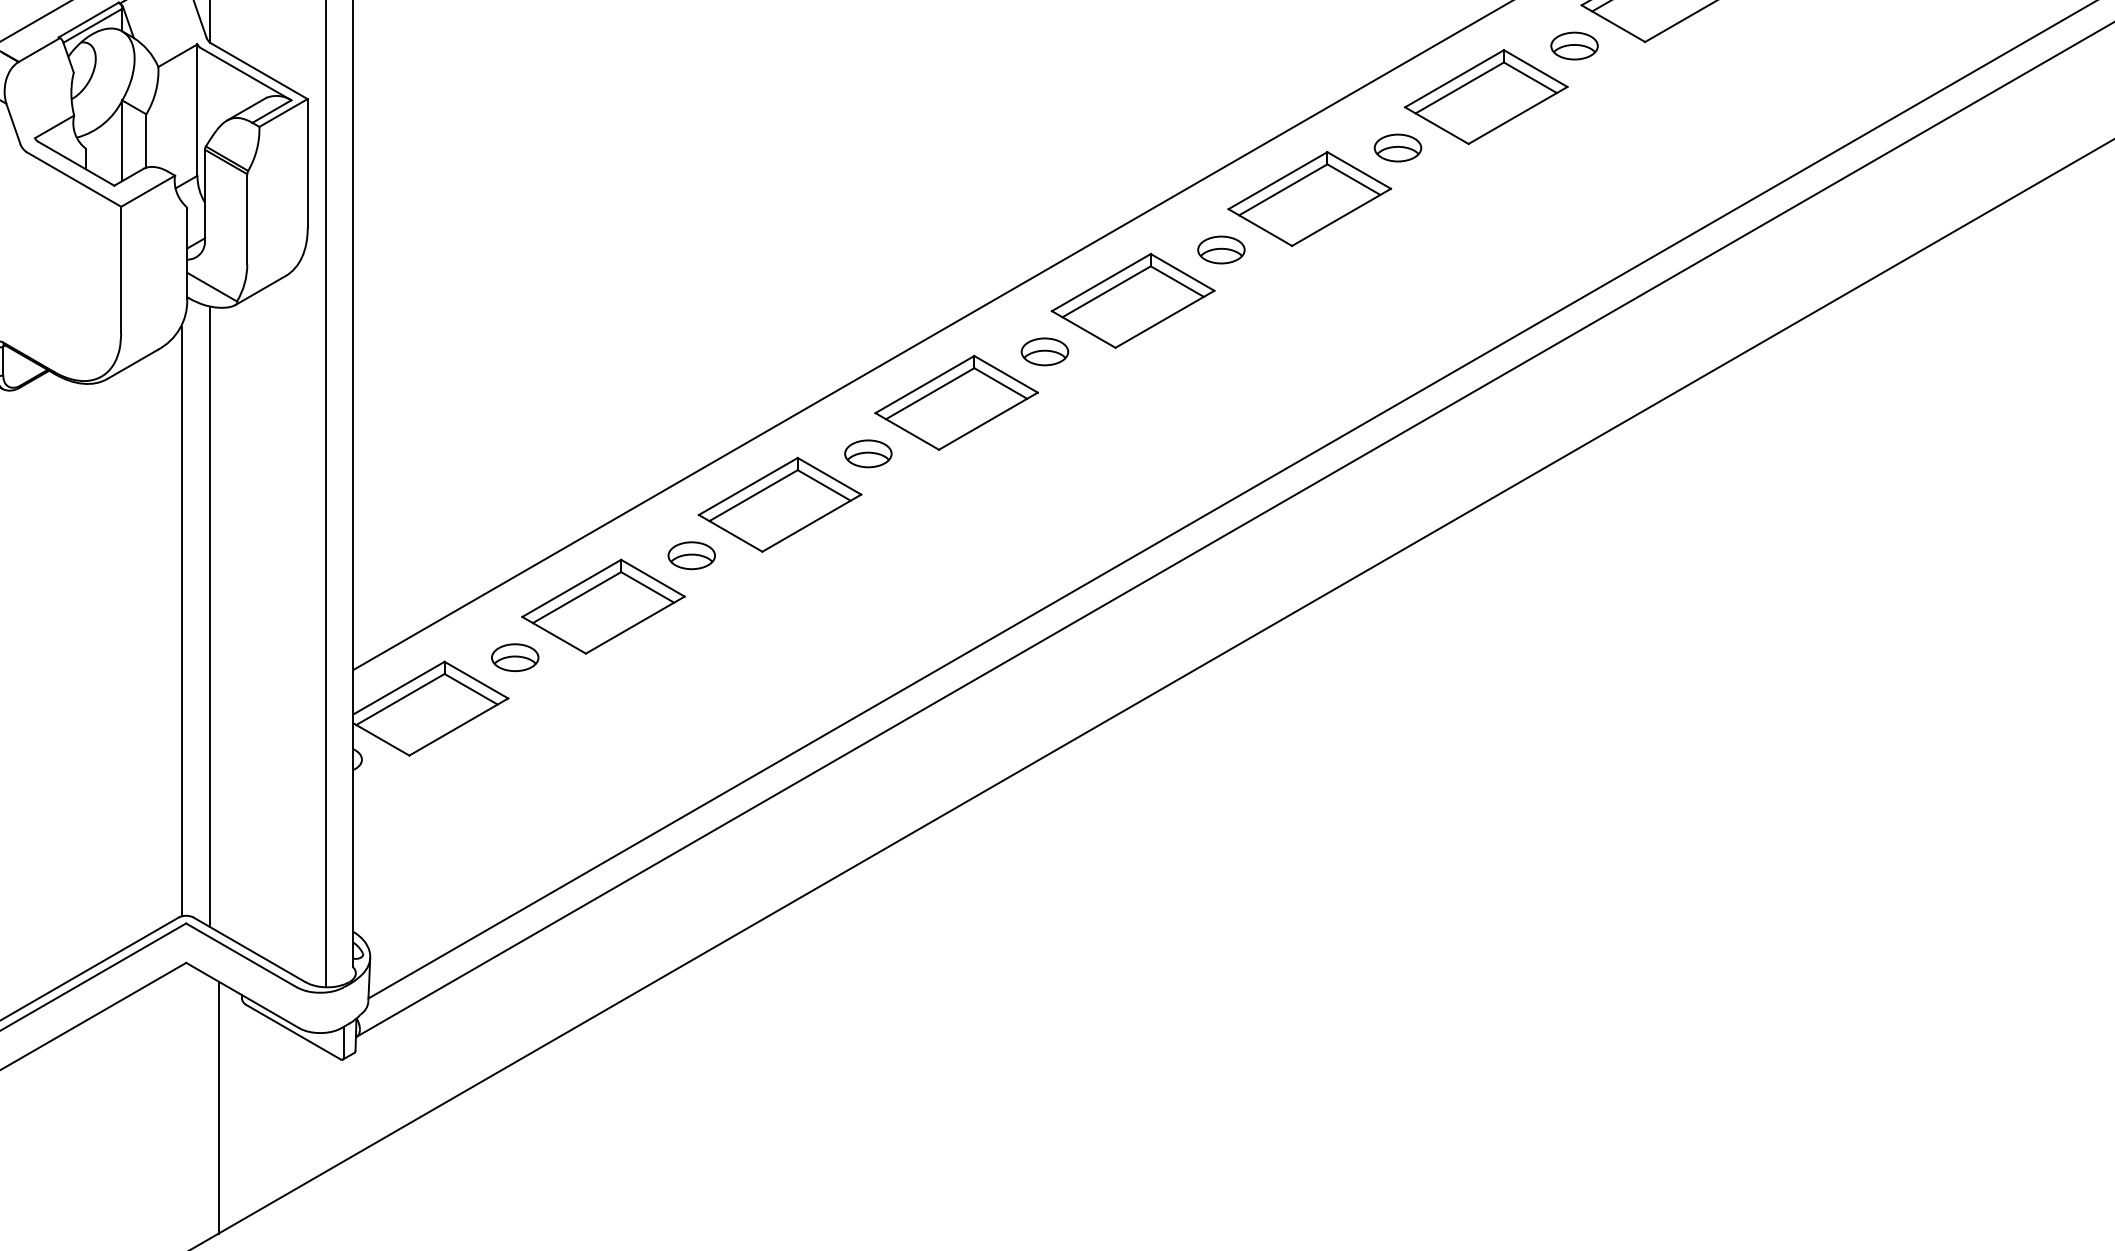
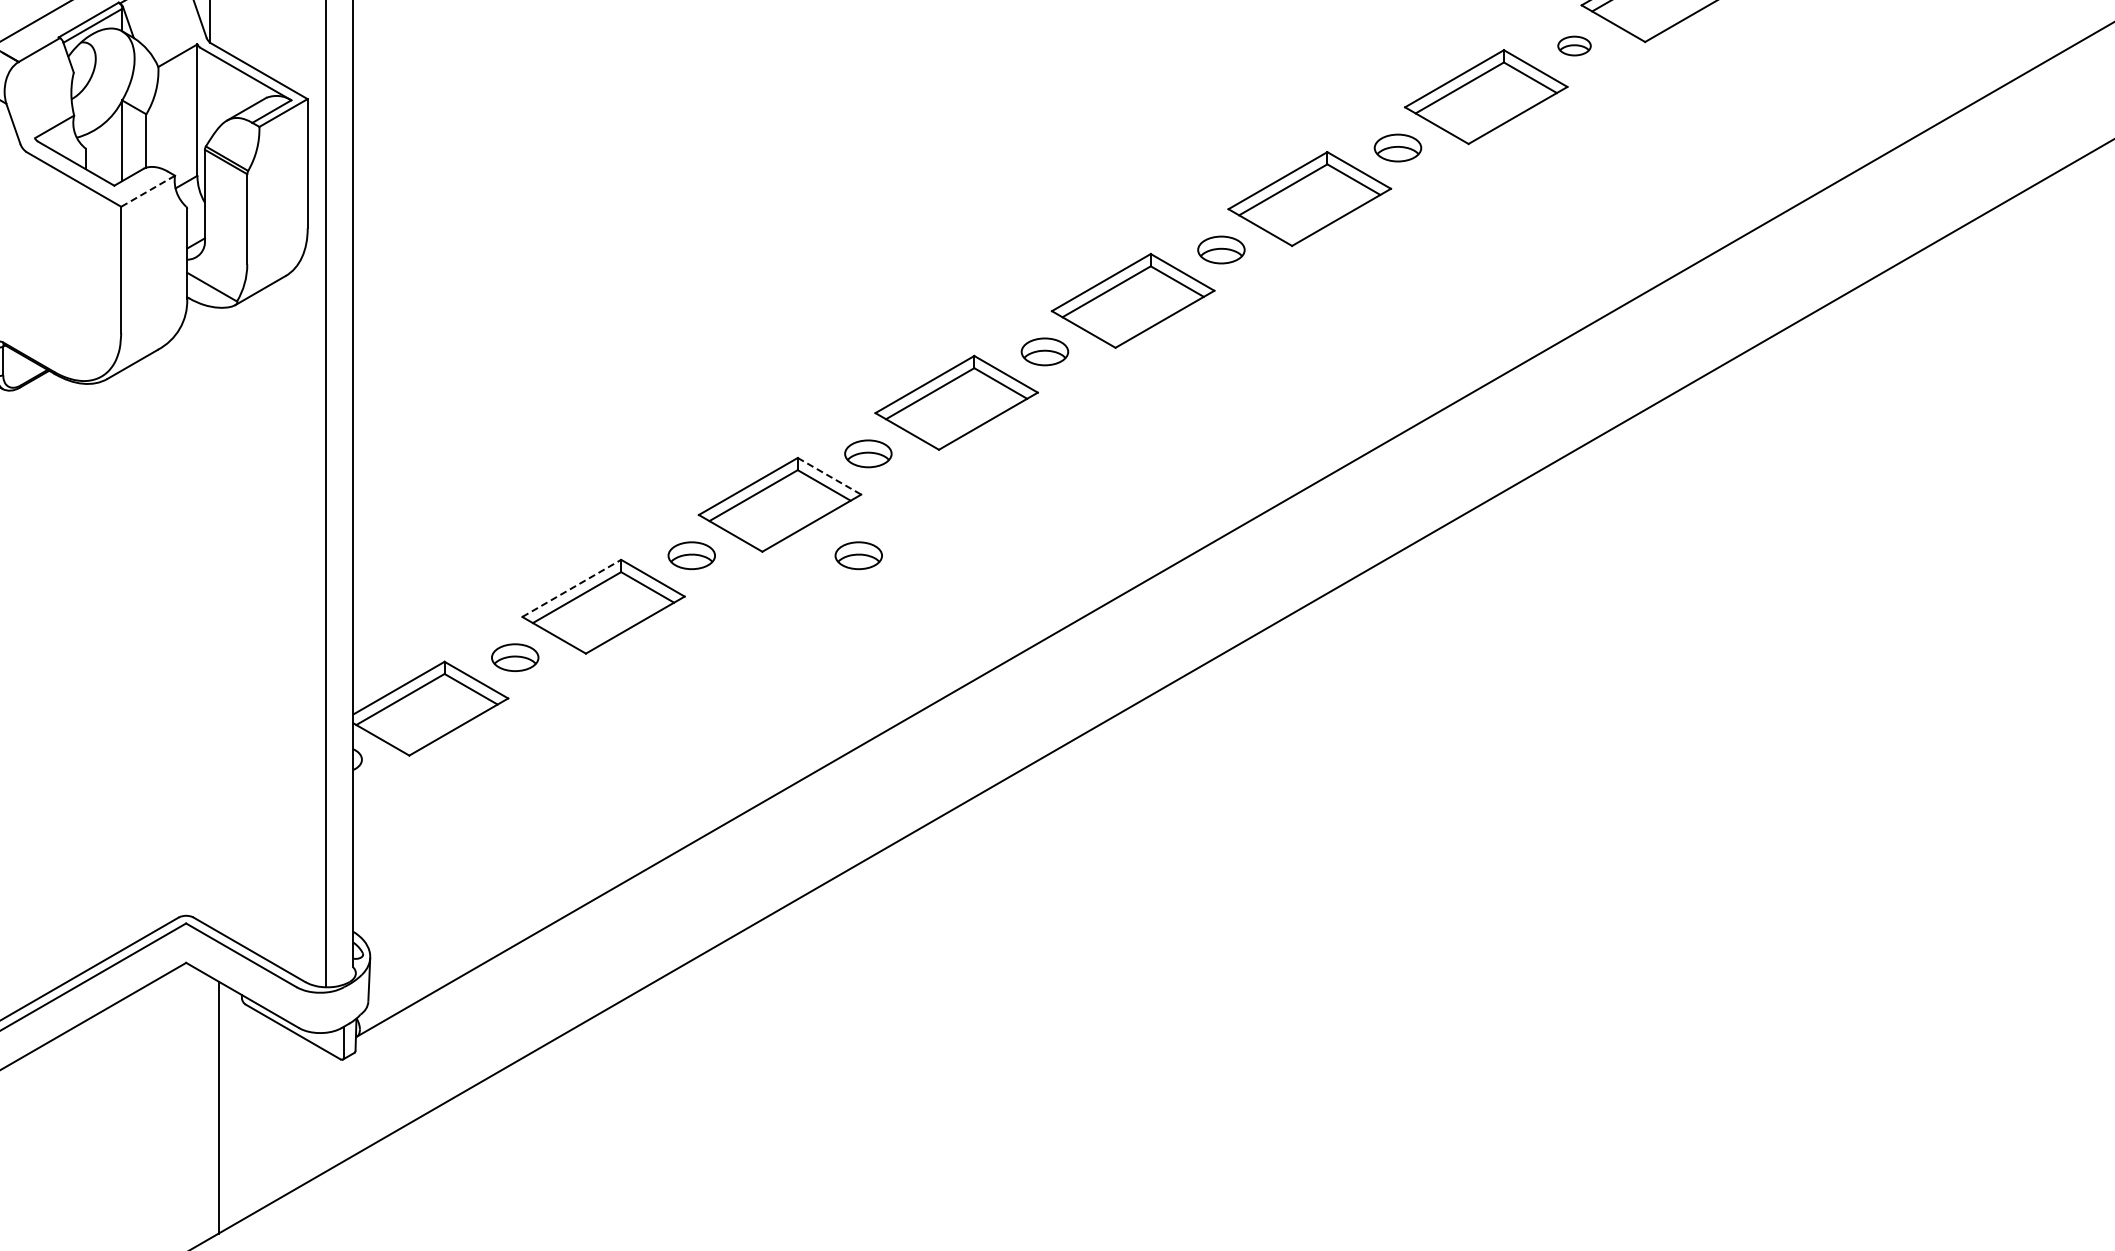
part at (1574, 45) size: 49x30 px -> 35x22 px
line at (147, 191): solid -> dashed
line at (931, 336): present -> none
line at (829, 476): solid -> dashed
line at (1230, 500): present -> none
part at (858, 555): none -> present
line at (572, 588): solid -> dashed
line at (210, 616): present -> none
line at (181, 621): present -> none
